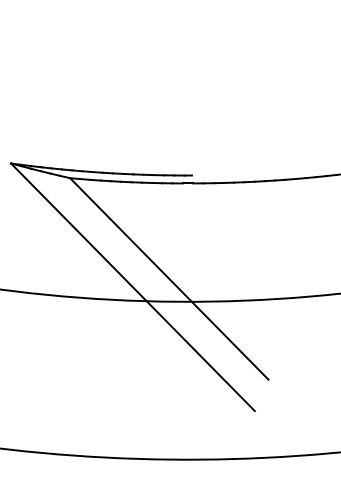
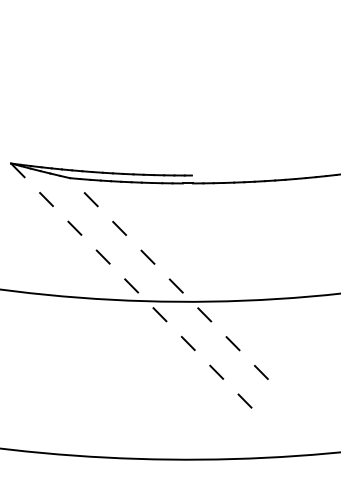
line at (168, 278): solid -> dashed
line at (132, 287): solid -> dashed
